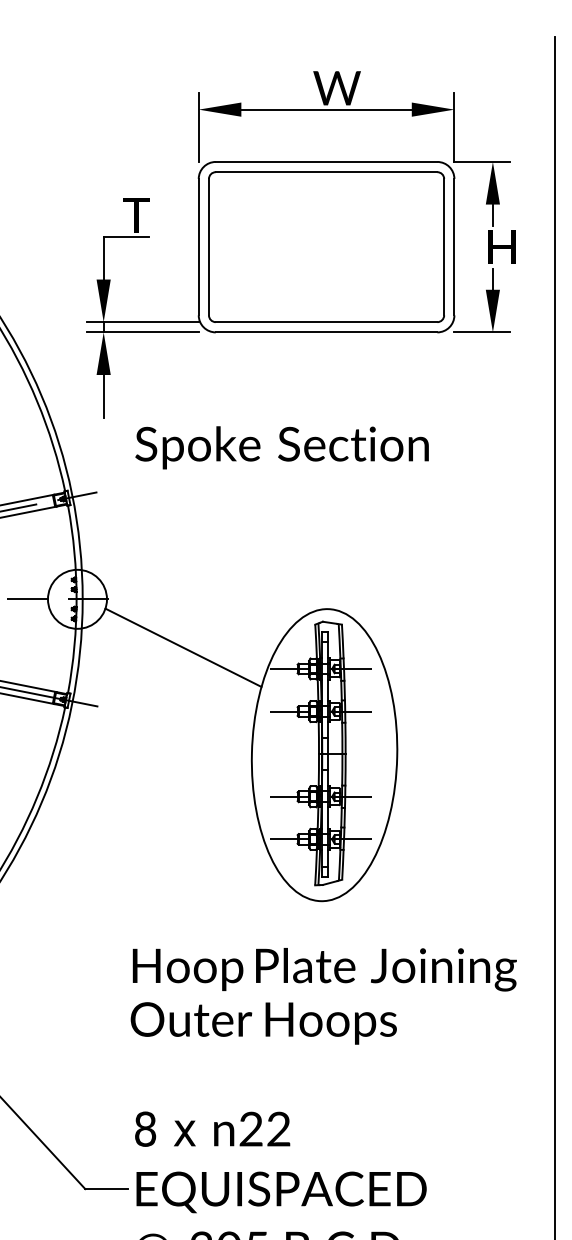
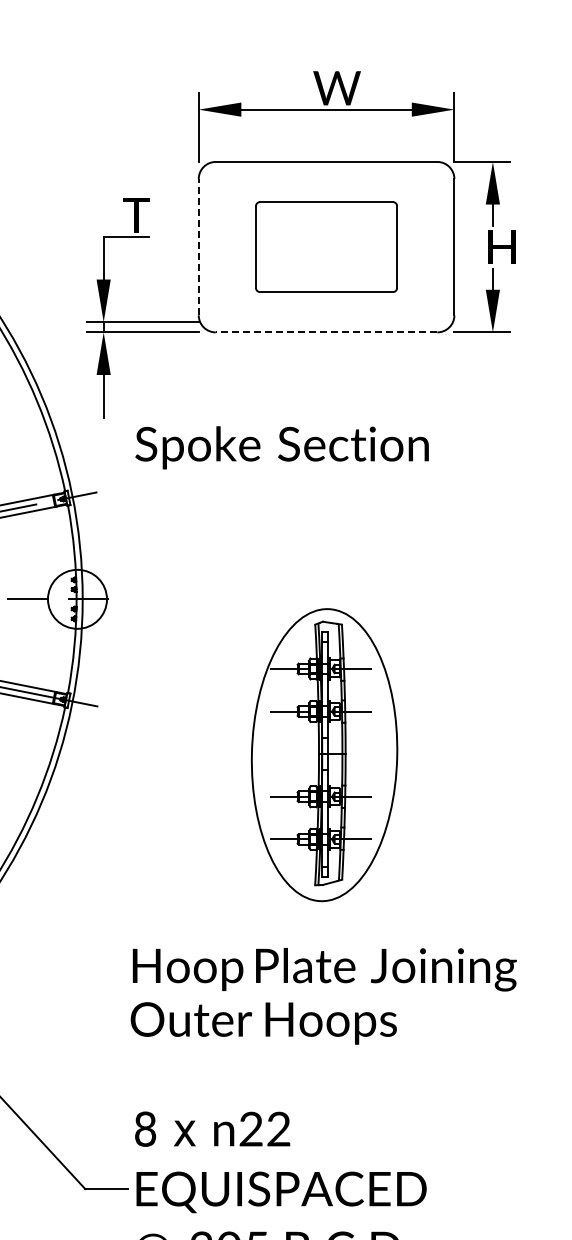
line at (198, 246): solid -> dashed
part at (326, 246) size: 237x152 px -> 143x92 px
line at (326, 332): solid -> dashed
line at (554, 636): present -> none
line at (183, 647): present -> none
